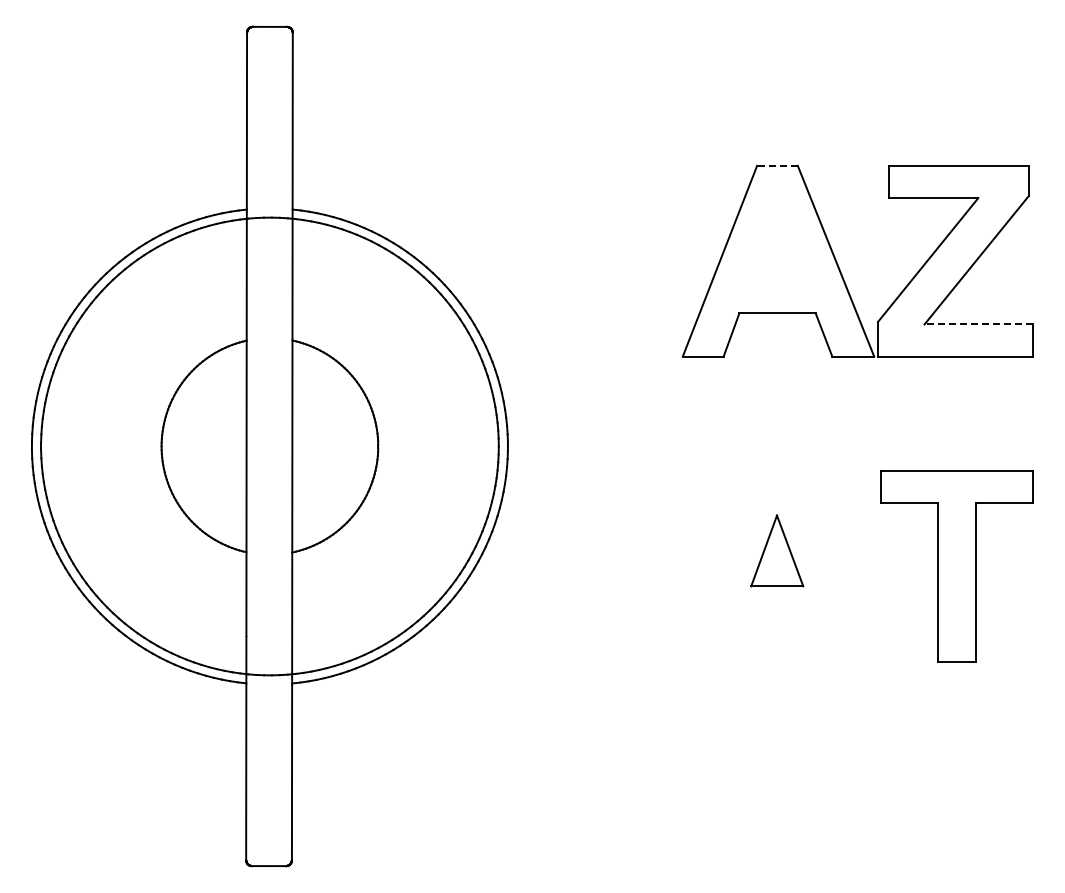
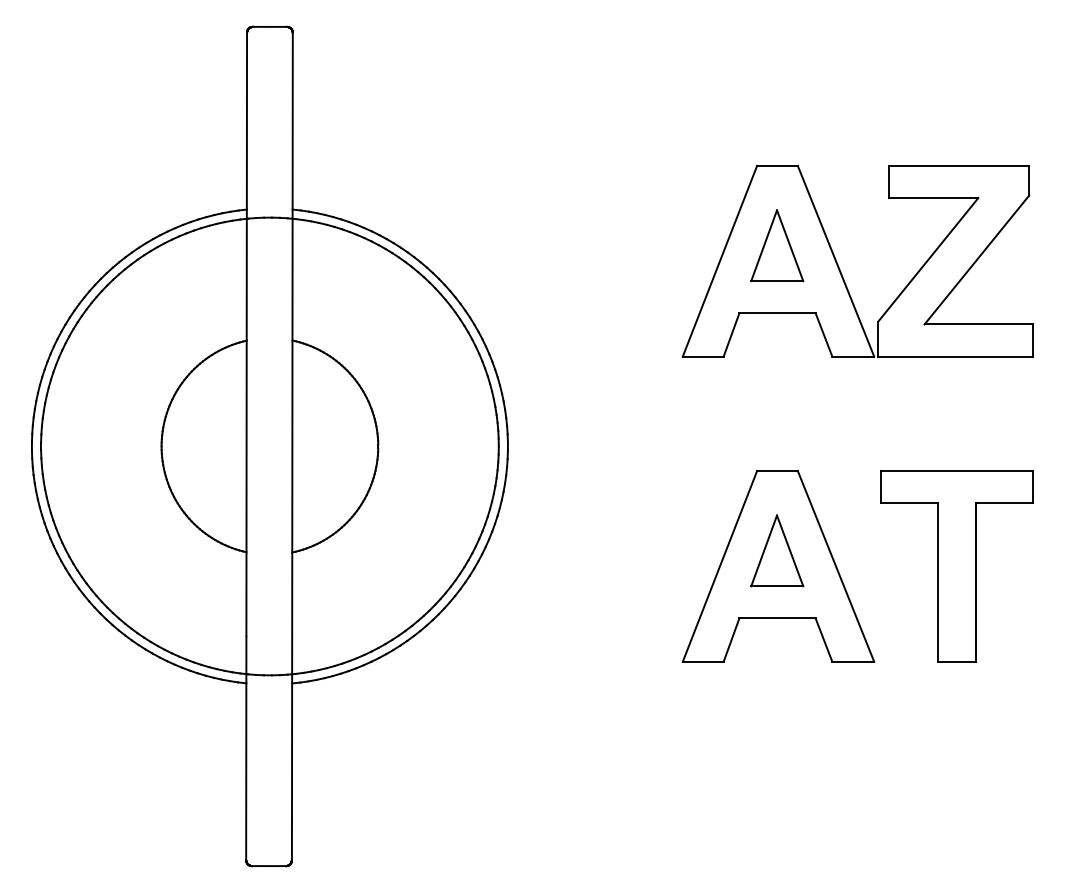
line at (776, 165): dashed -> solid
part at (777, 245): none -> present
line at (978, 324): dashed -> solid
part at (778, 566): none -> present
